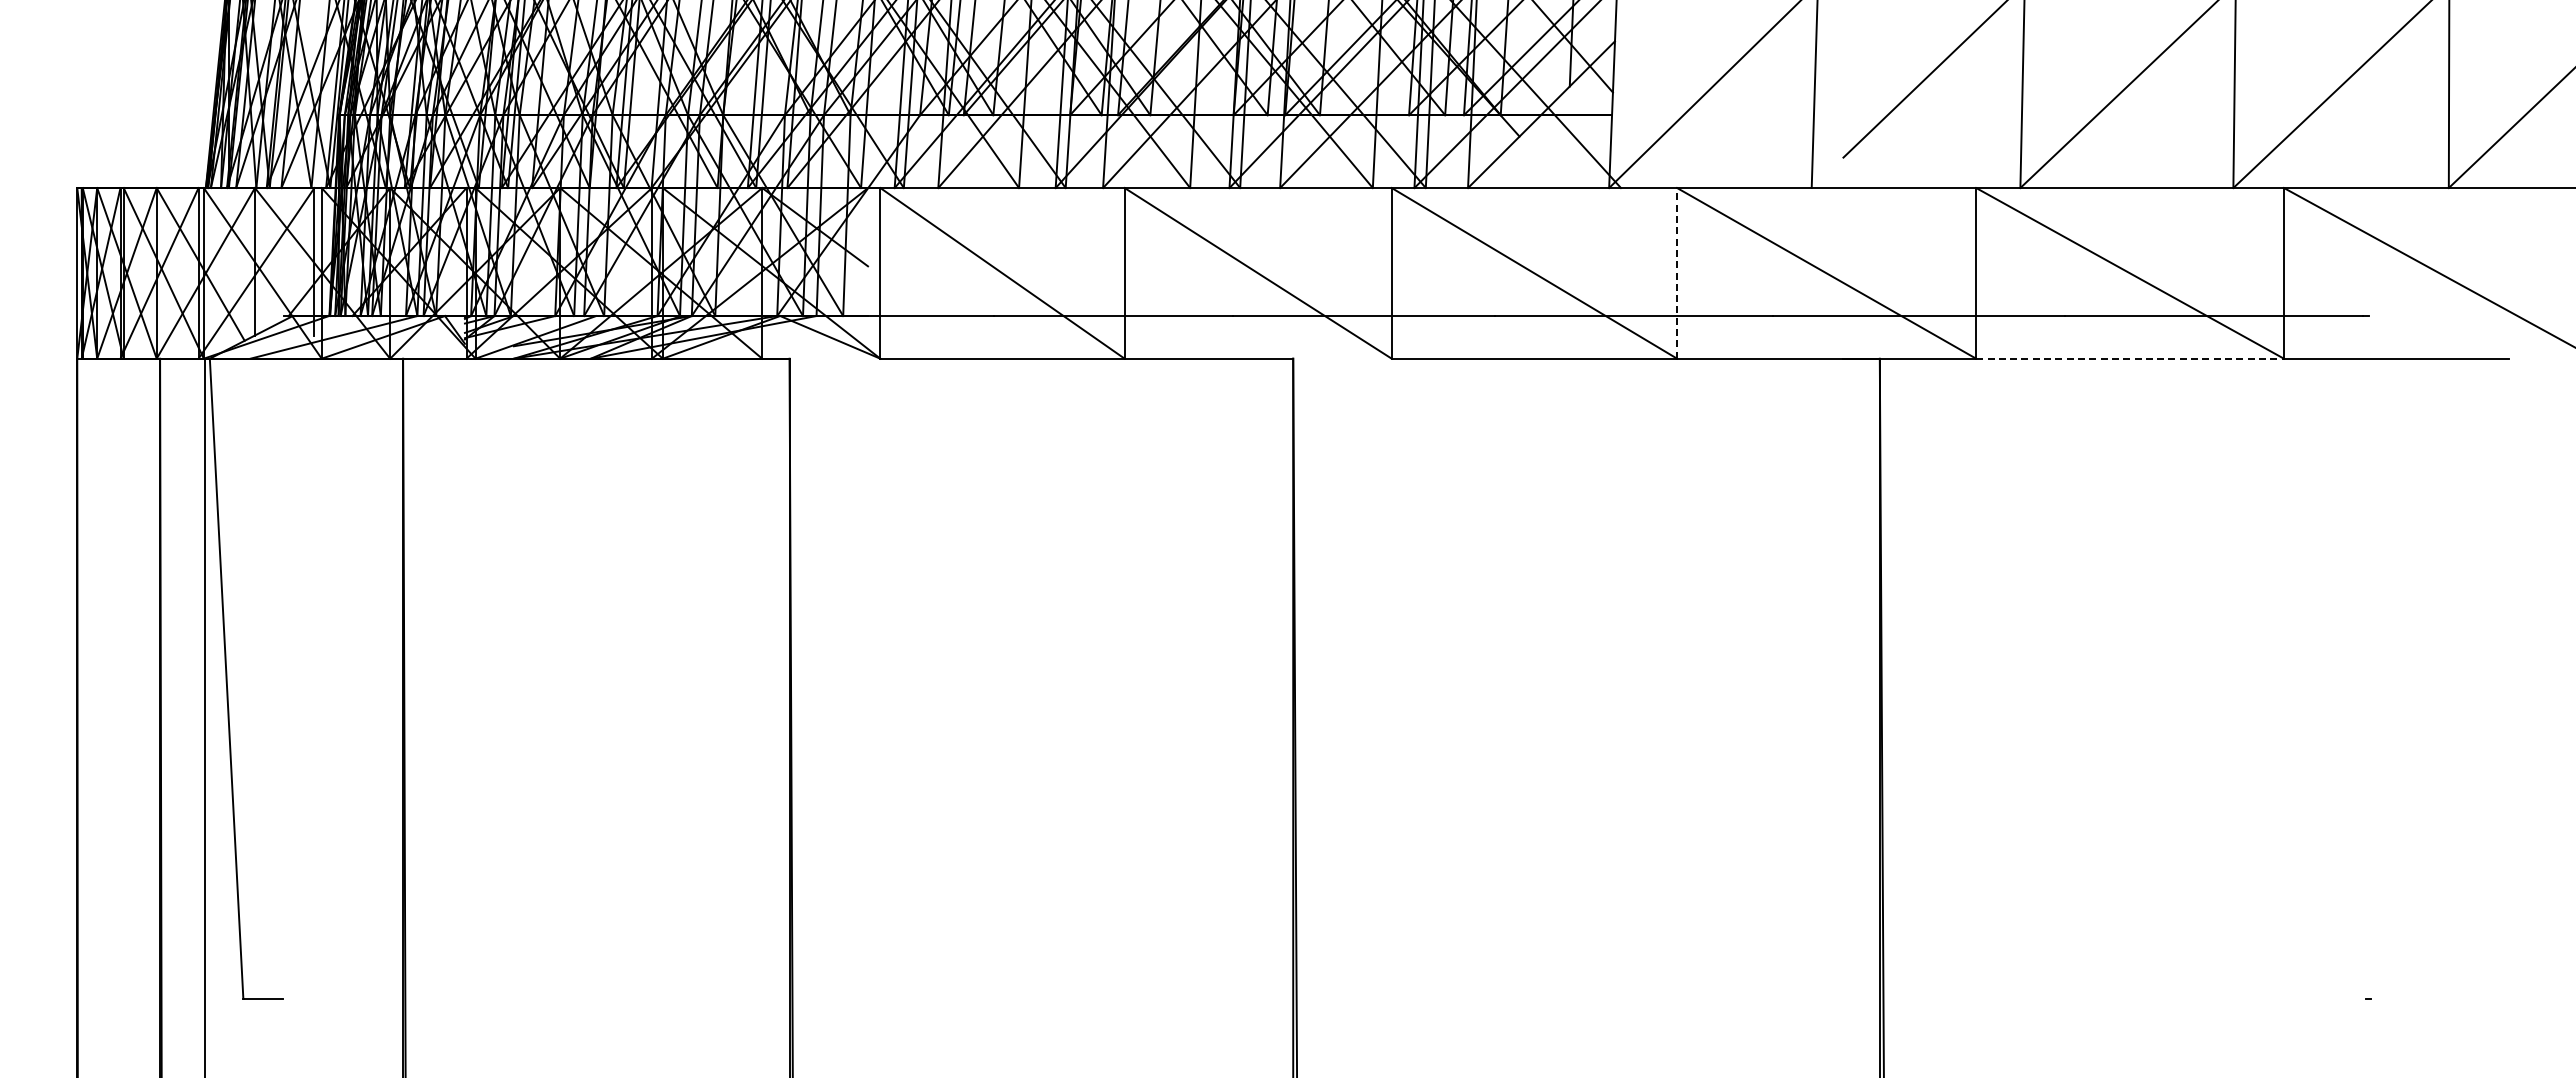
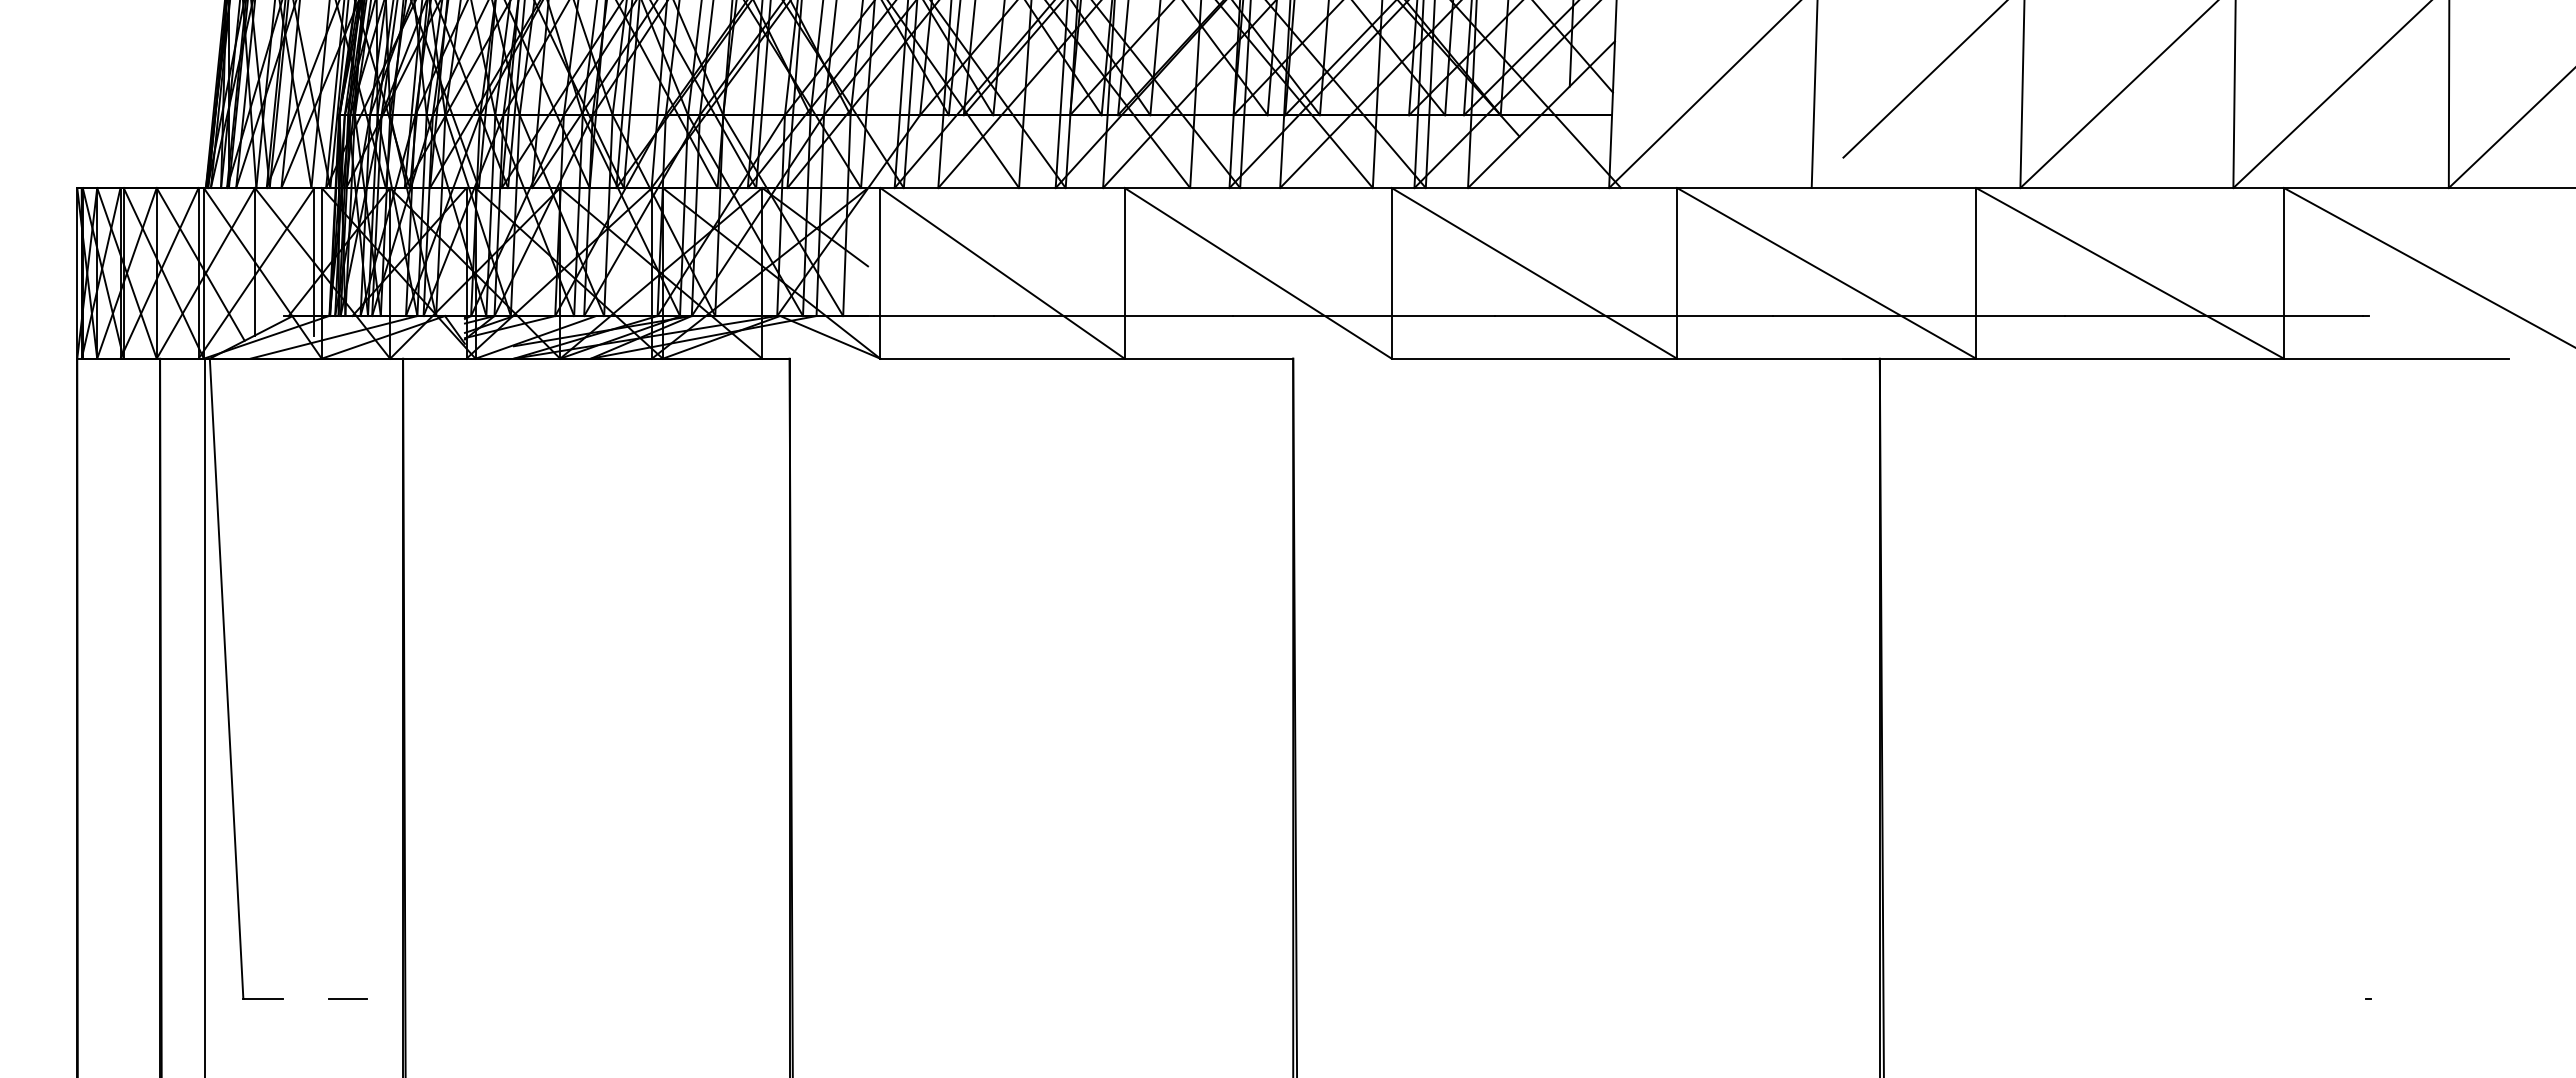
line at (1677, 272): dashed -> solid
line at (2130, 358): dashed -> solid
line at (347, 998): none -> present
